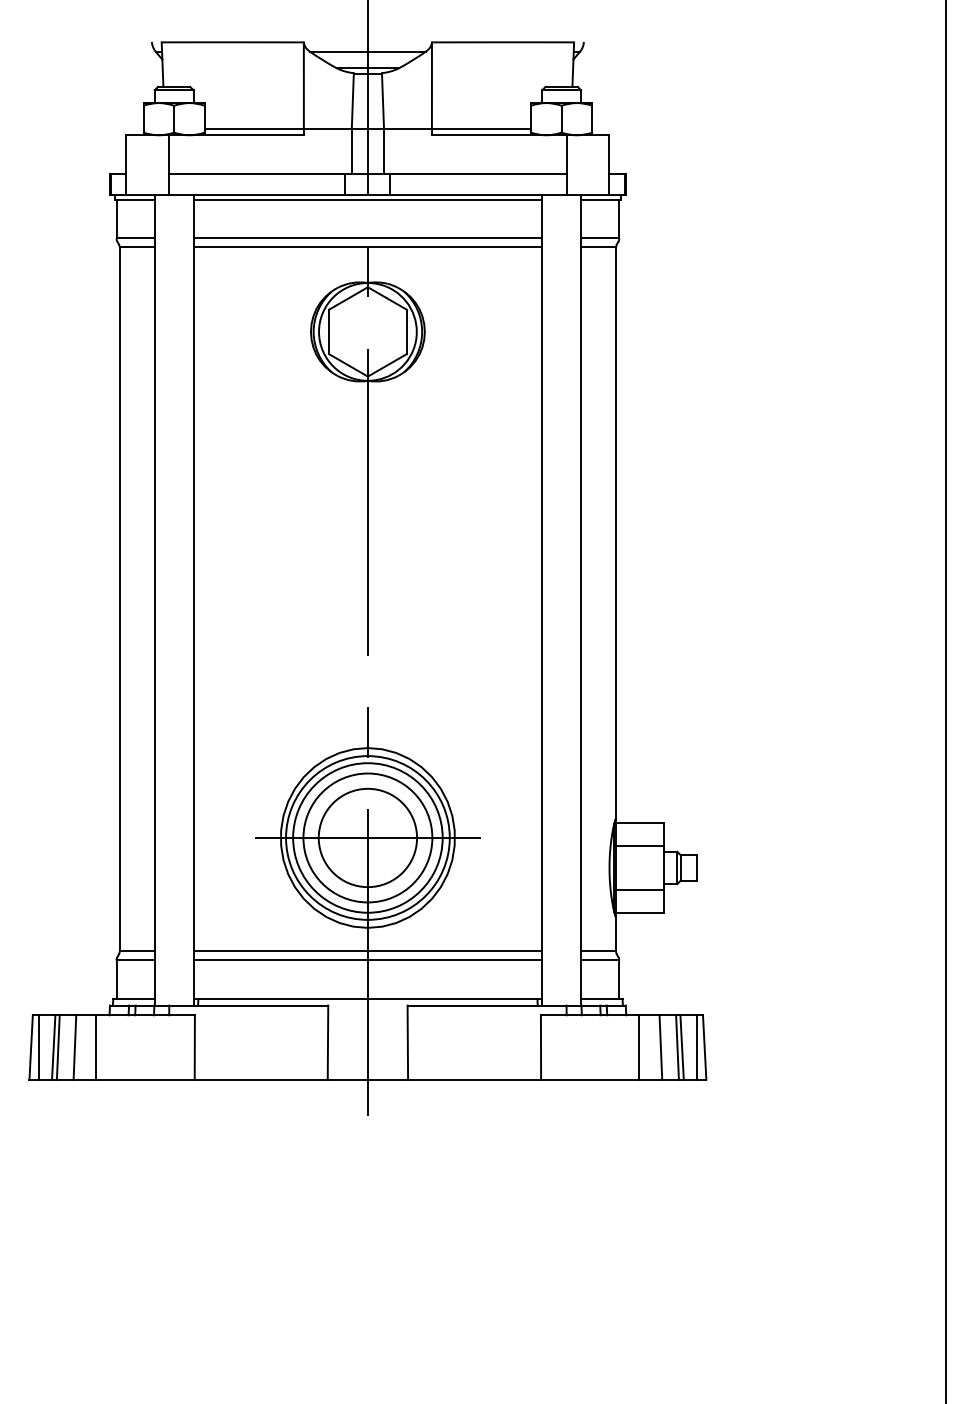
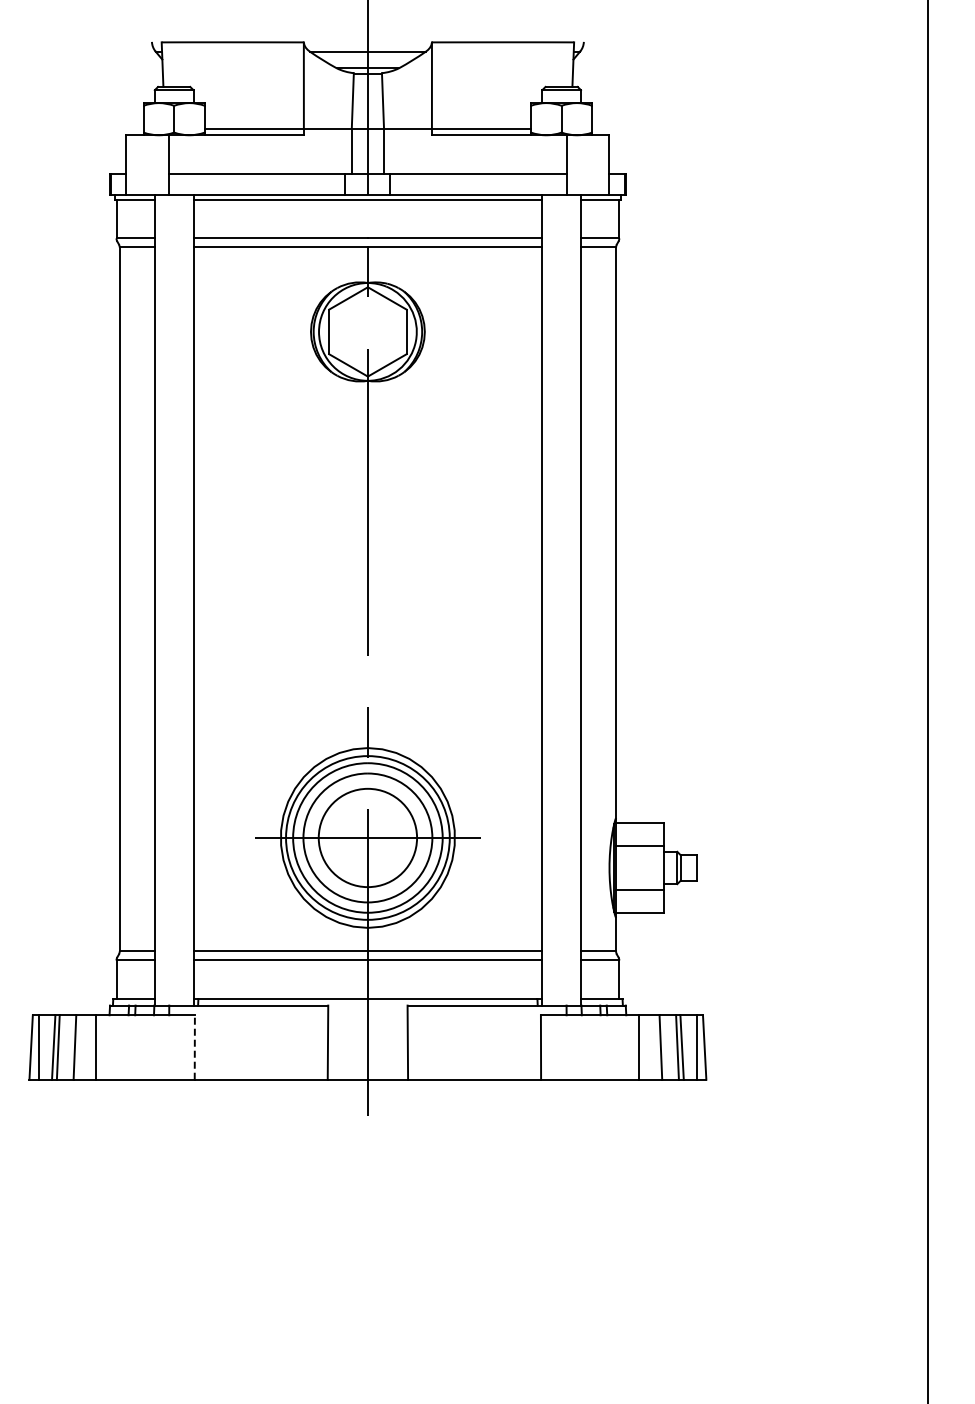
line at (945, 701) position: (945, 701) -> (927, 701)
line at (194, 1047): solid -> dashed
